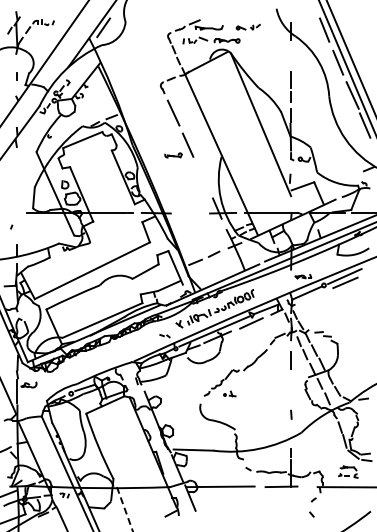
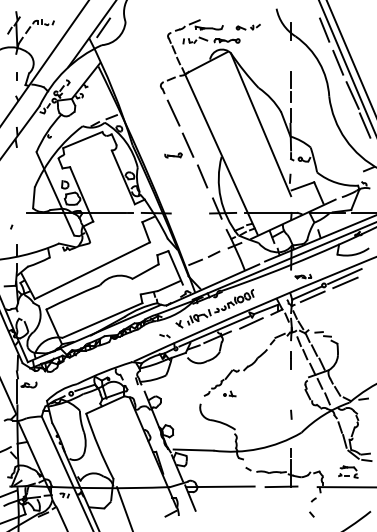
line at (202, 176): none -> present
line at (312, 296): none -> present
line at (125, 509): dashed -> solid
